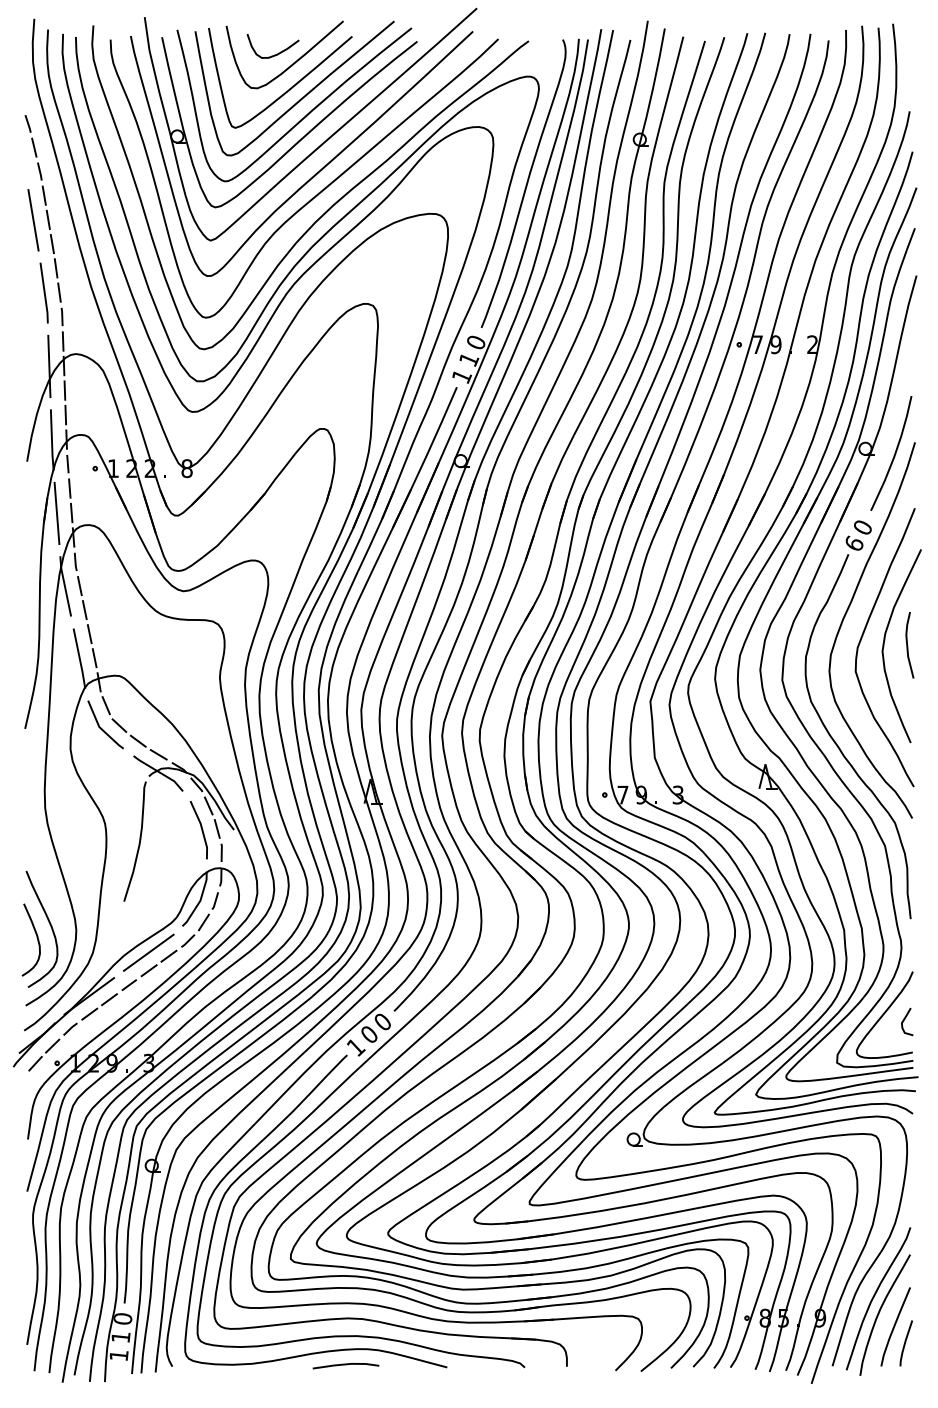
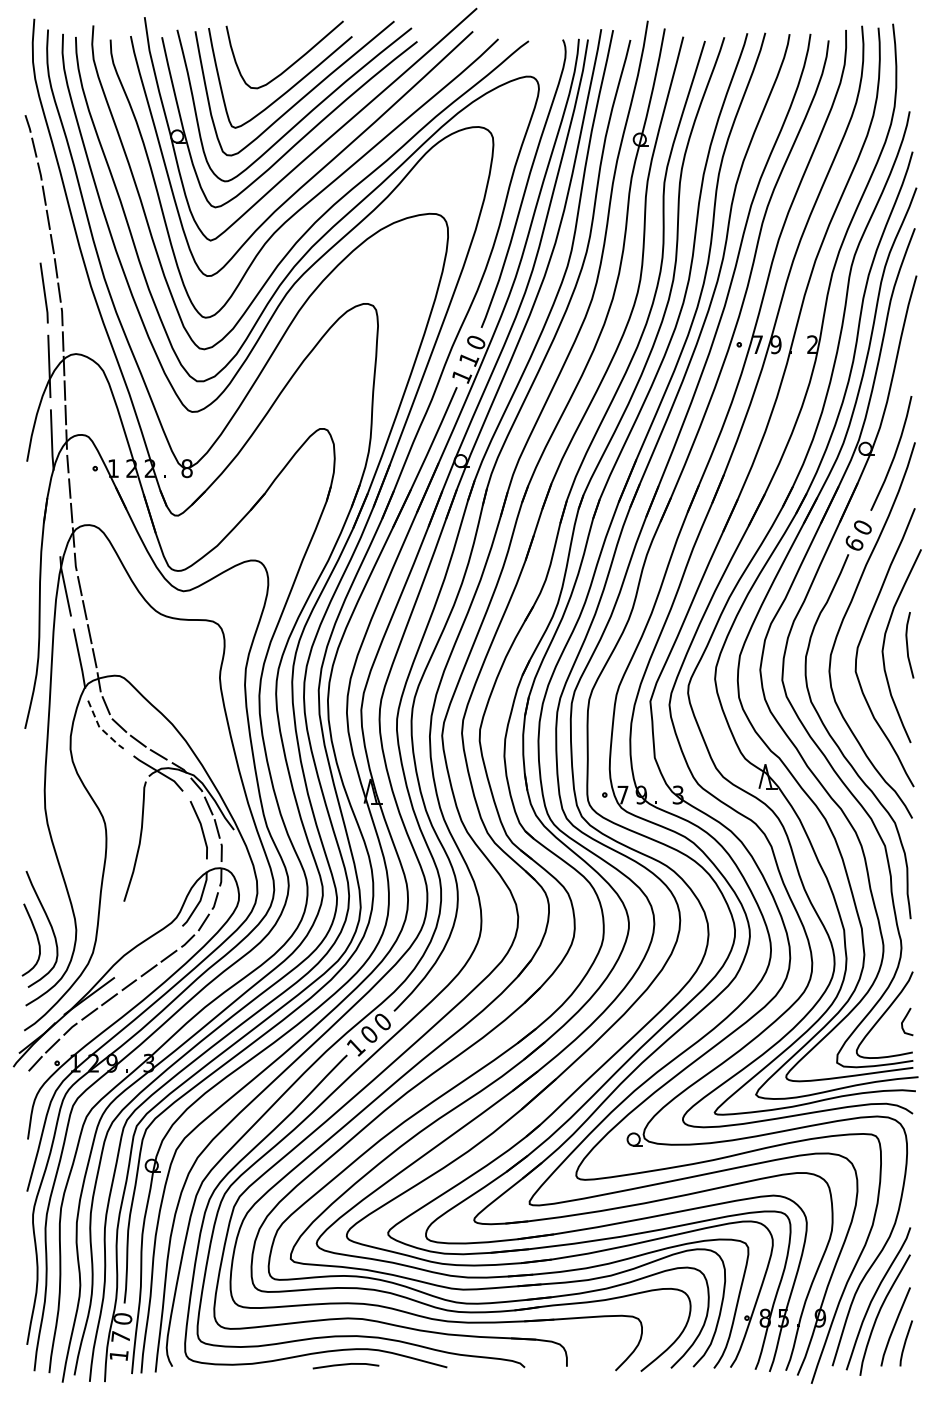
curve at (274, 54): present -> none
line at (33, 220): present -> none
line at (56, 513): present -> none
line at (100, 728): solid -> dashed
line at (148, 952): present -> none
text at (120, 1336): 1 -> 7
